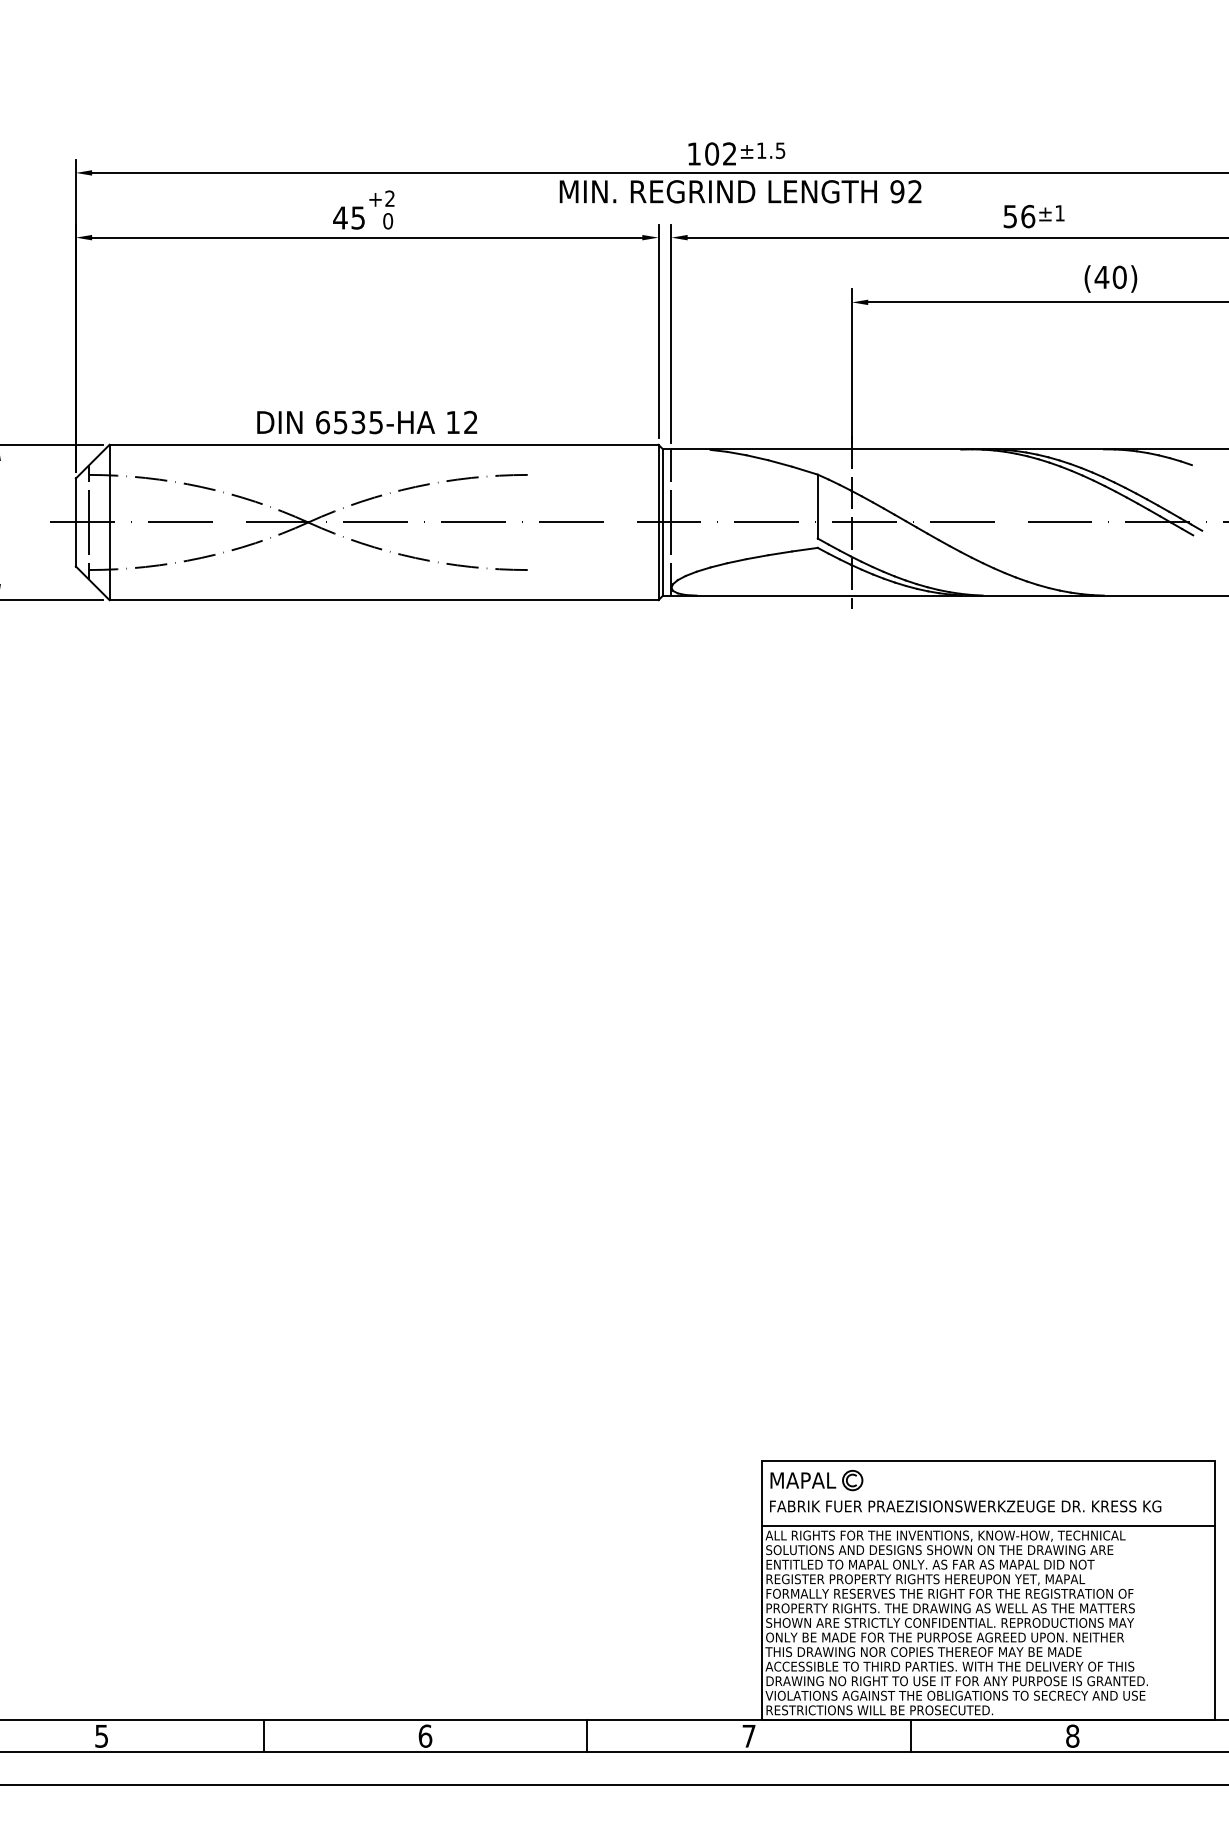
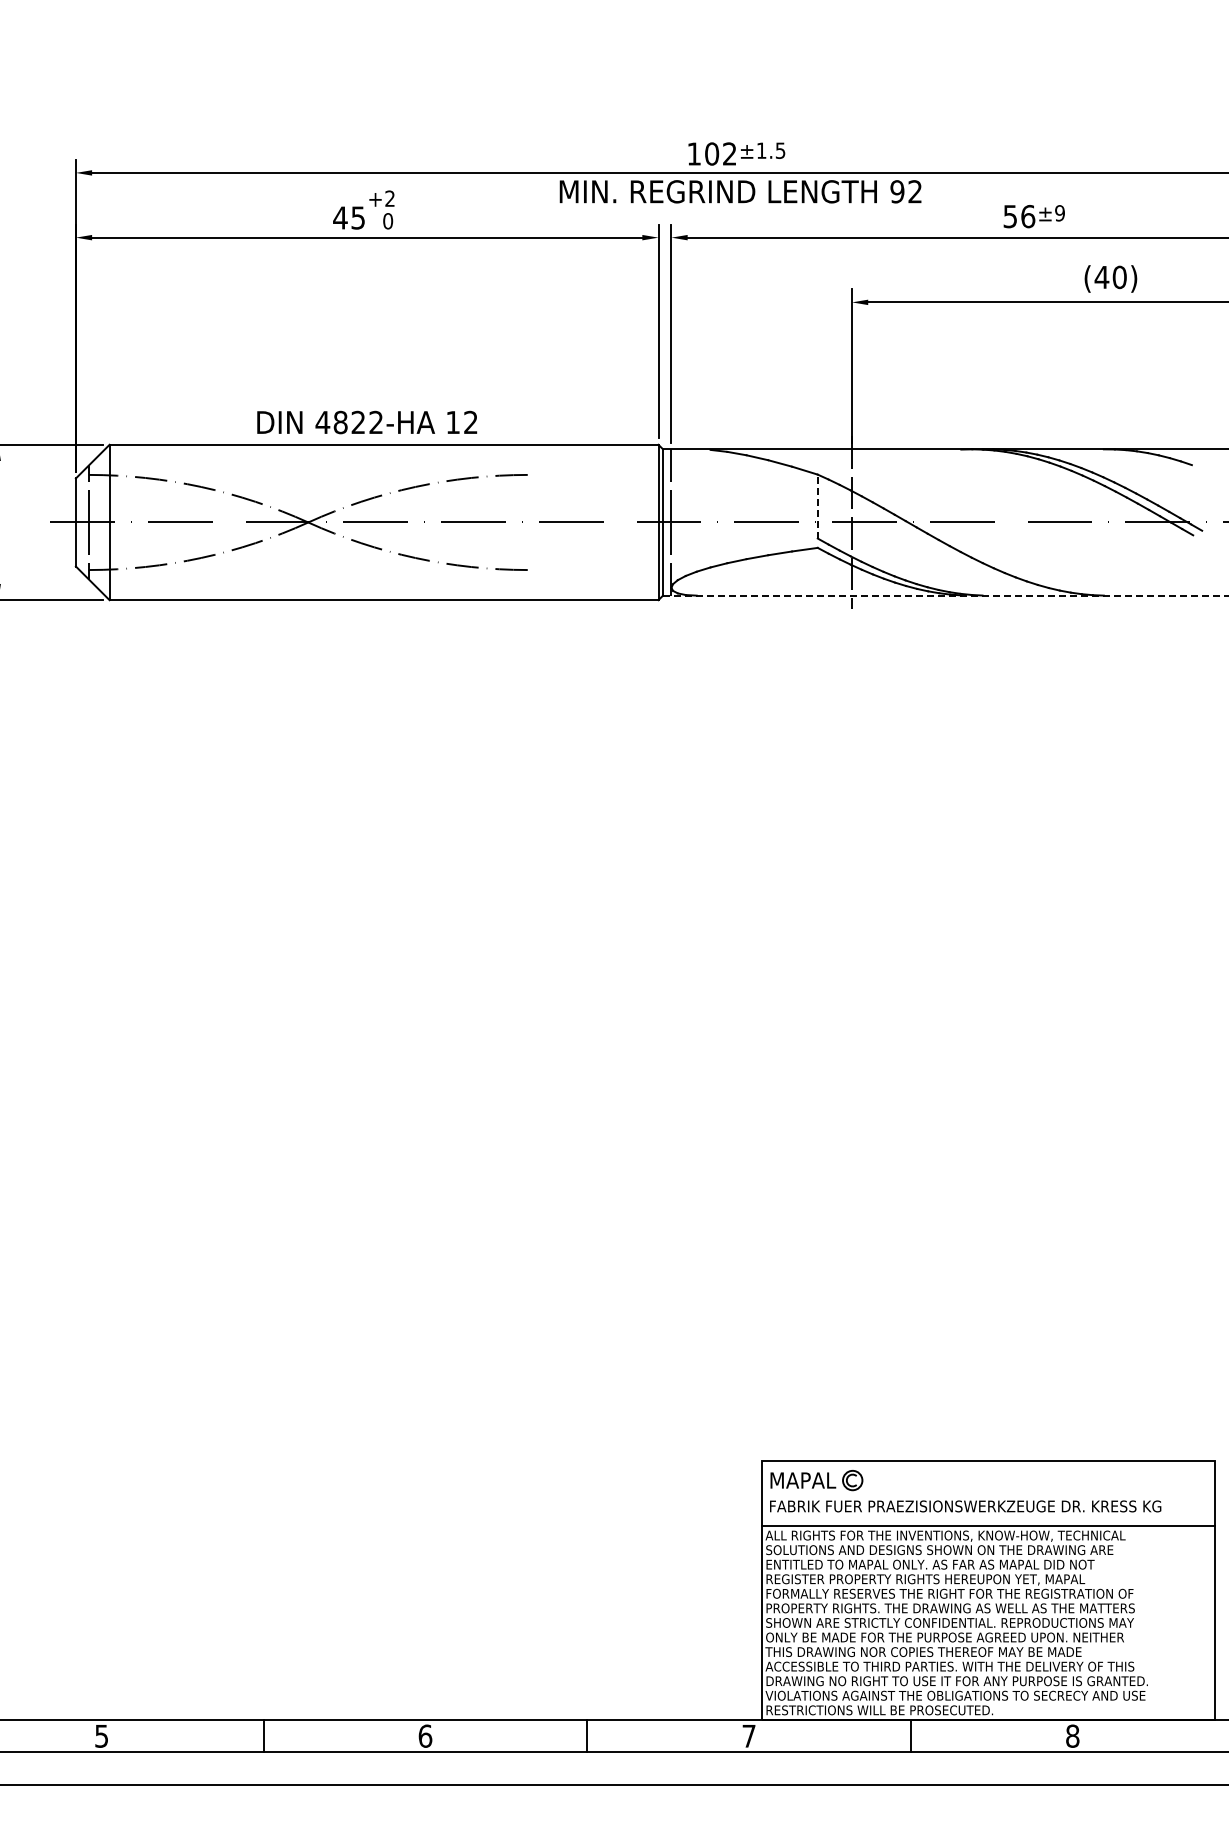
text at (1059, 213): ±1 -> ±9
text at (348, 422): 6535-HA -> 4822-HA
line at (817, 506): solid -> dashed
line at (945, 595): solid -> dashed
